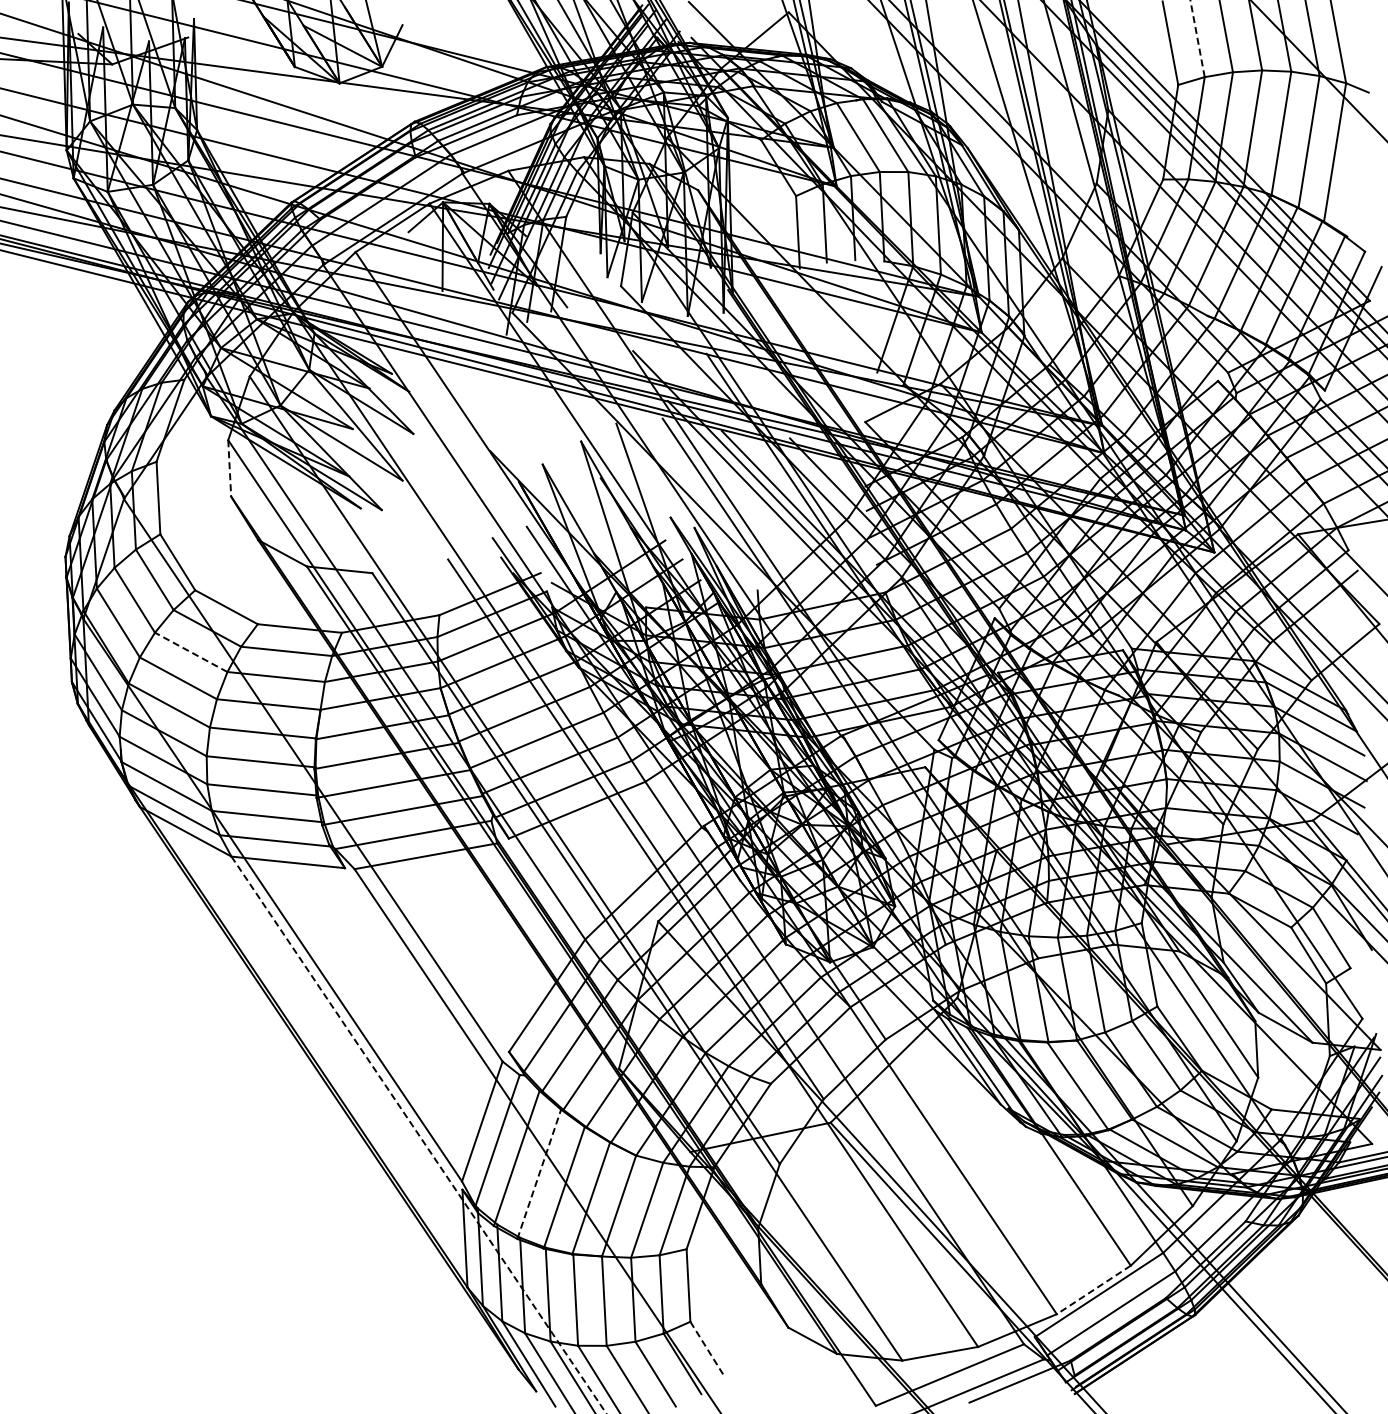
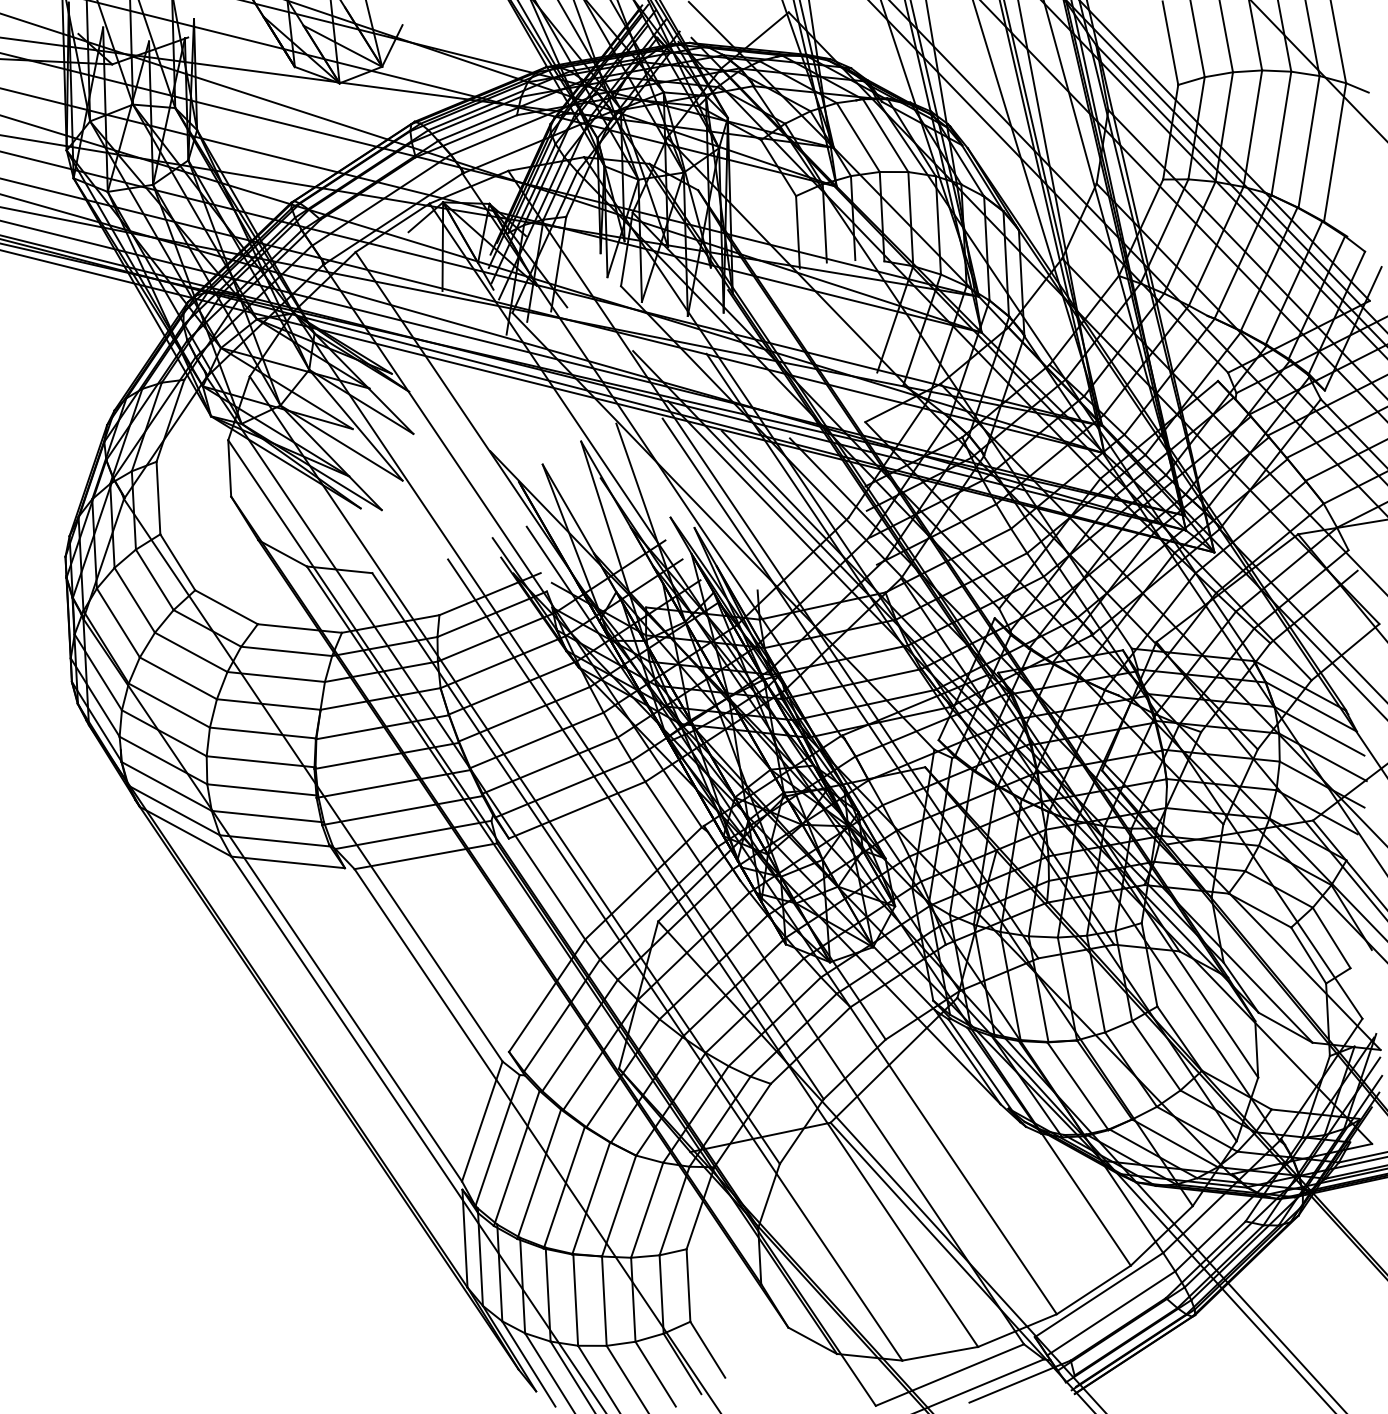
line at (1197, 38): dashed -> solid
line at (229, 468): dashed -> solid
line at (190, 652): dashed -> solid
line at (418, 1134): dashed -> solid
line at (539, 1173): dashed -> solid
line at (1093, 1290): dashed -> solid
line at (707, 1349): dashed -> solid
